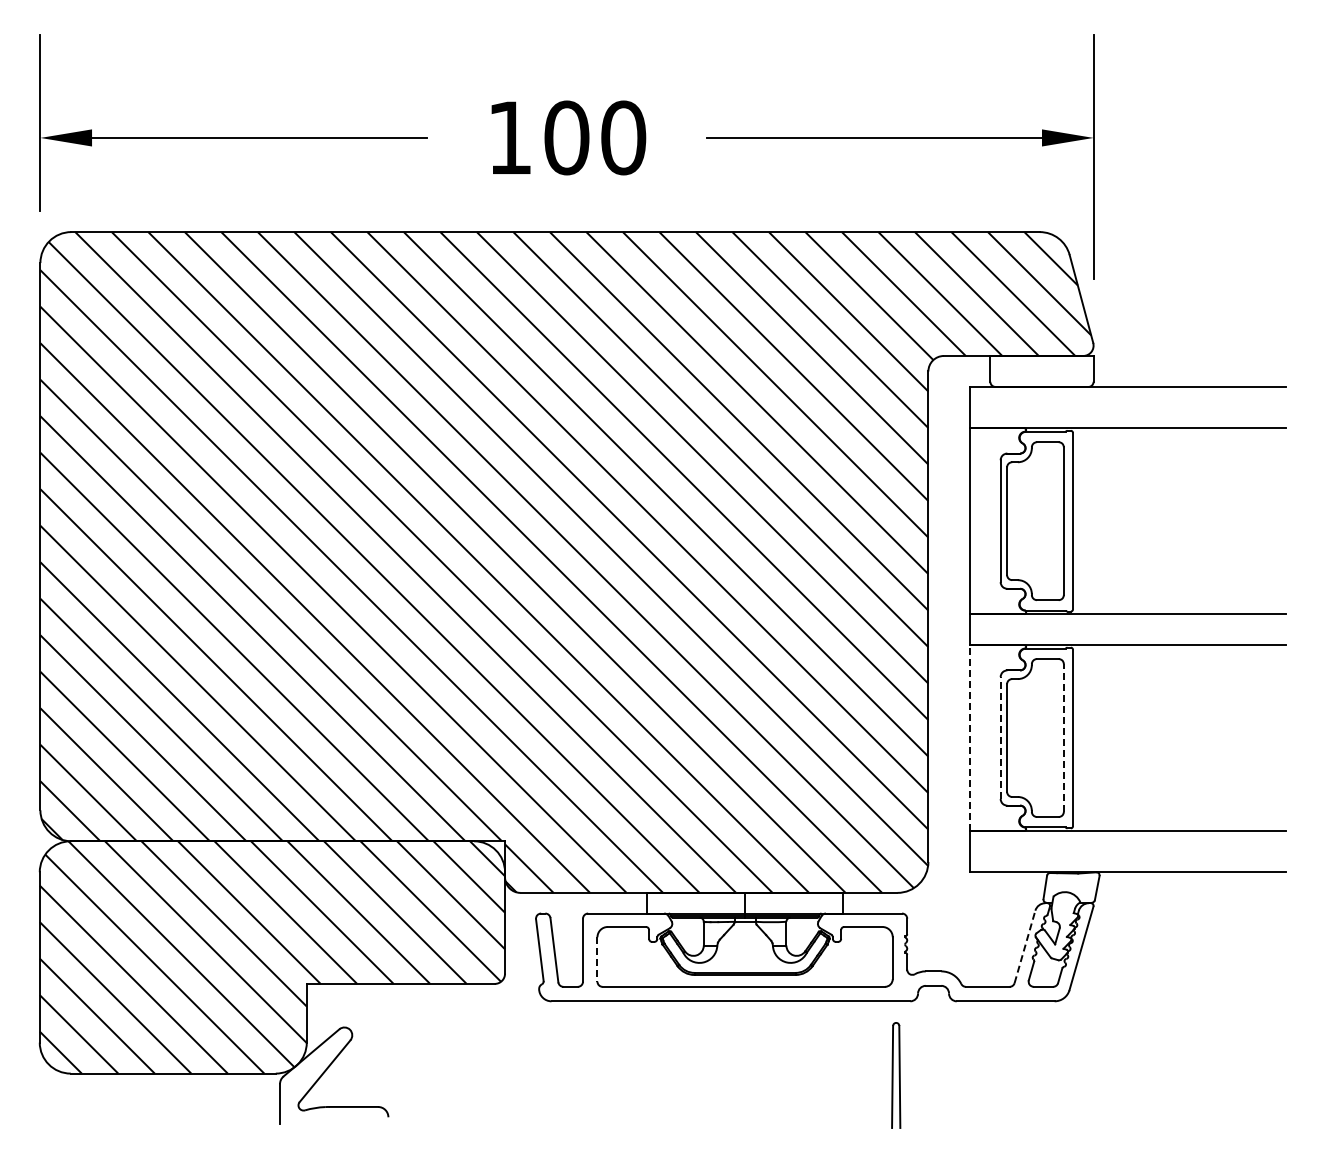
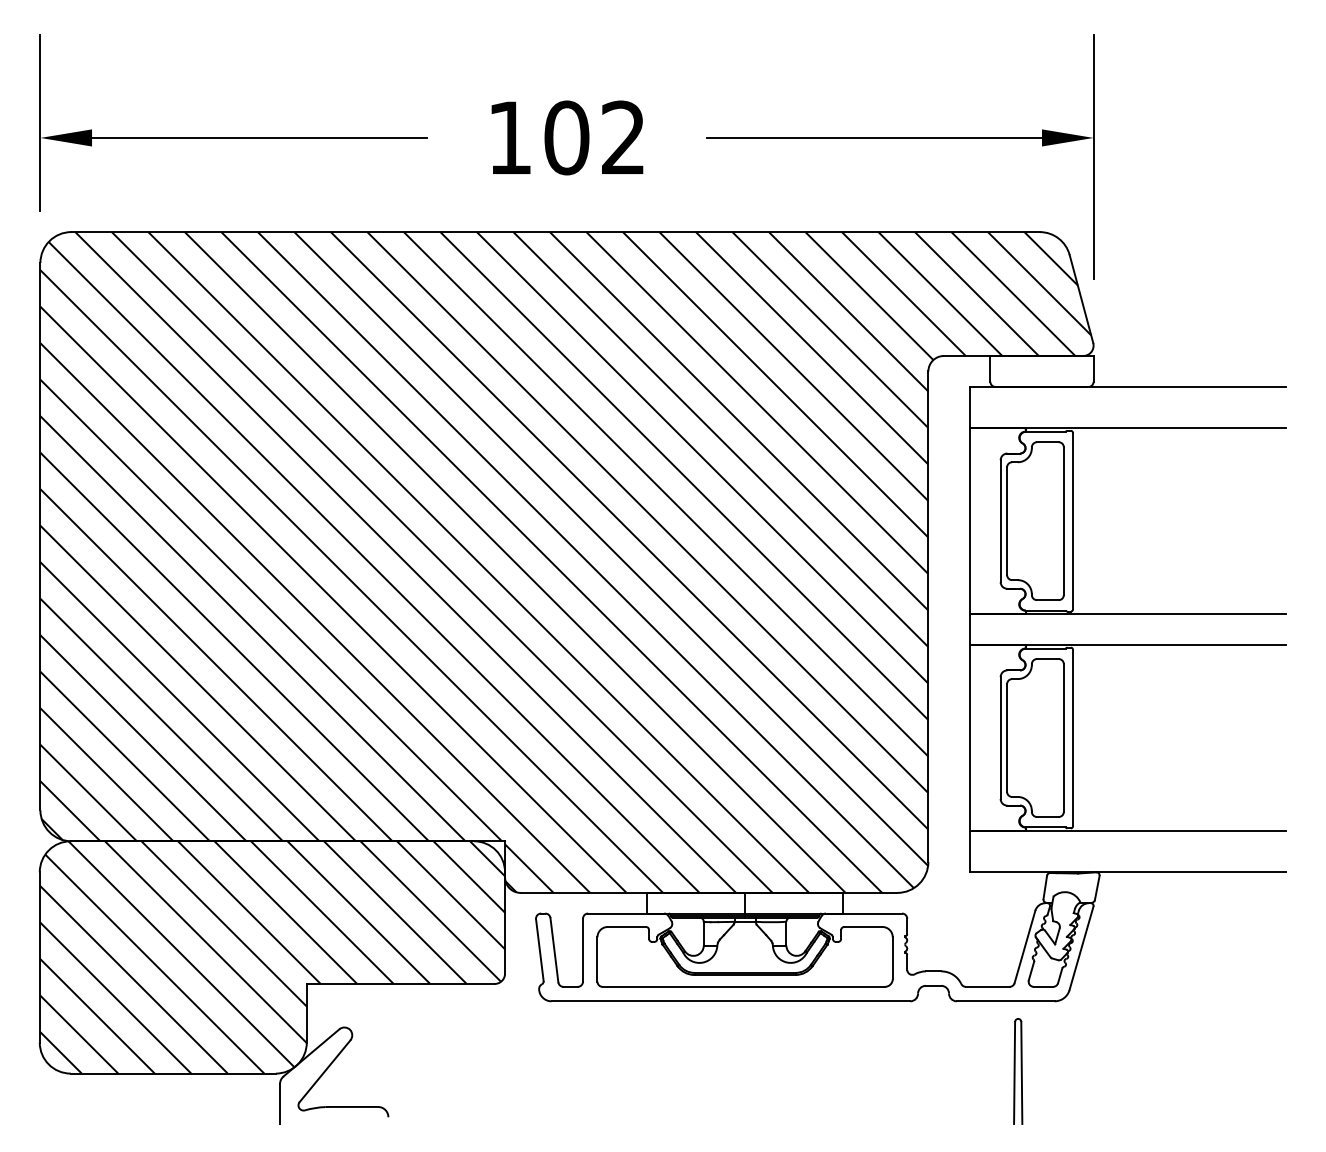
text at (623, 137): 100 -> 102
line at (969, 738): dashed -> solid
line at (1000, 738): dashed -> solid
line at (1063, 738): dashed -> solid
line at (1024, 946): dashed -> solid
line at (597, 960): dashed -> solid
part at (896, 1075) position: (896, 1075) -> (1018, 1071)
